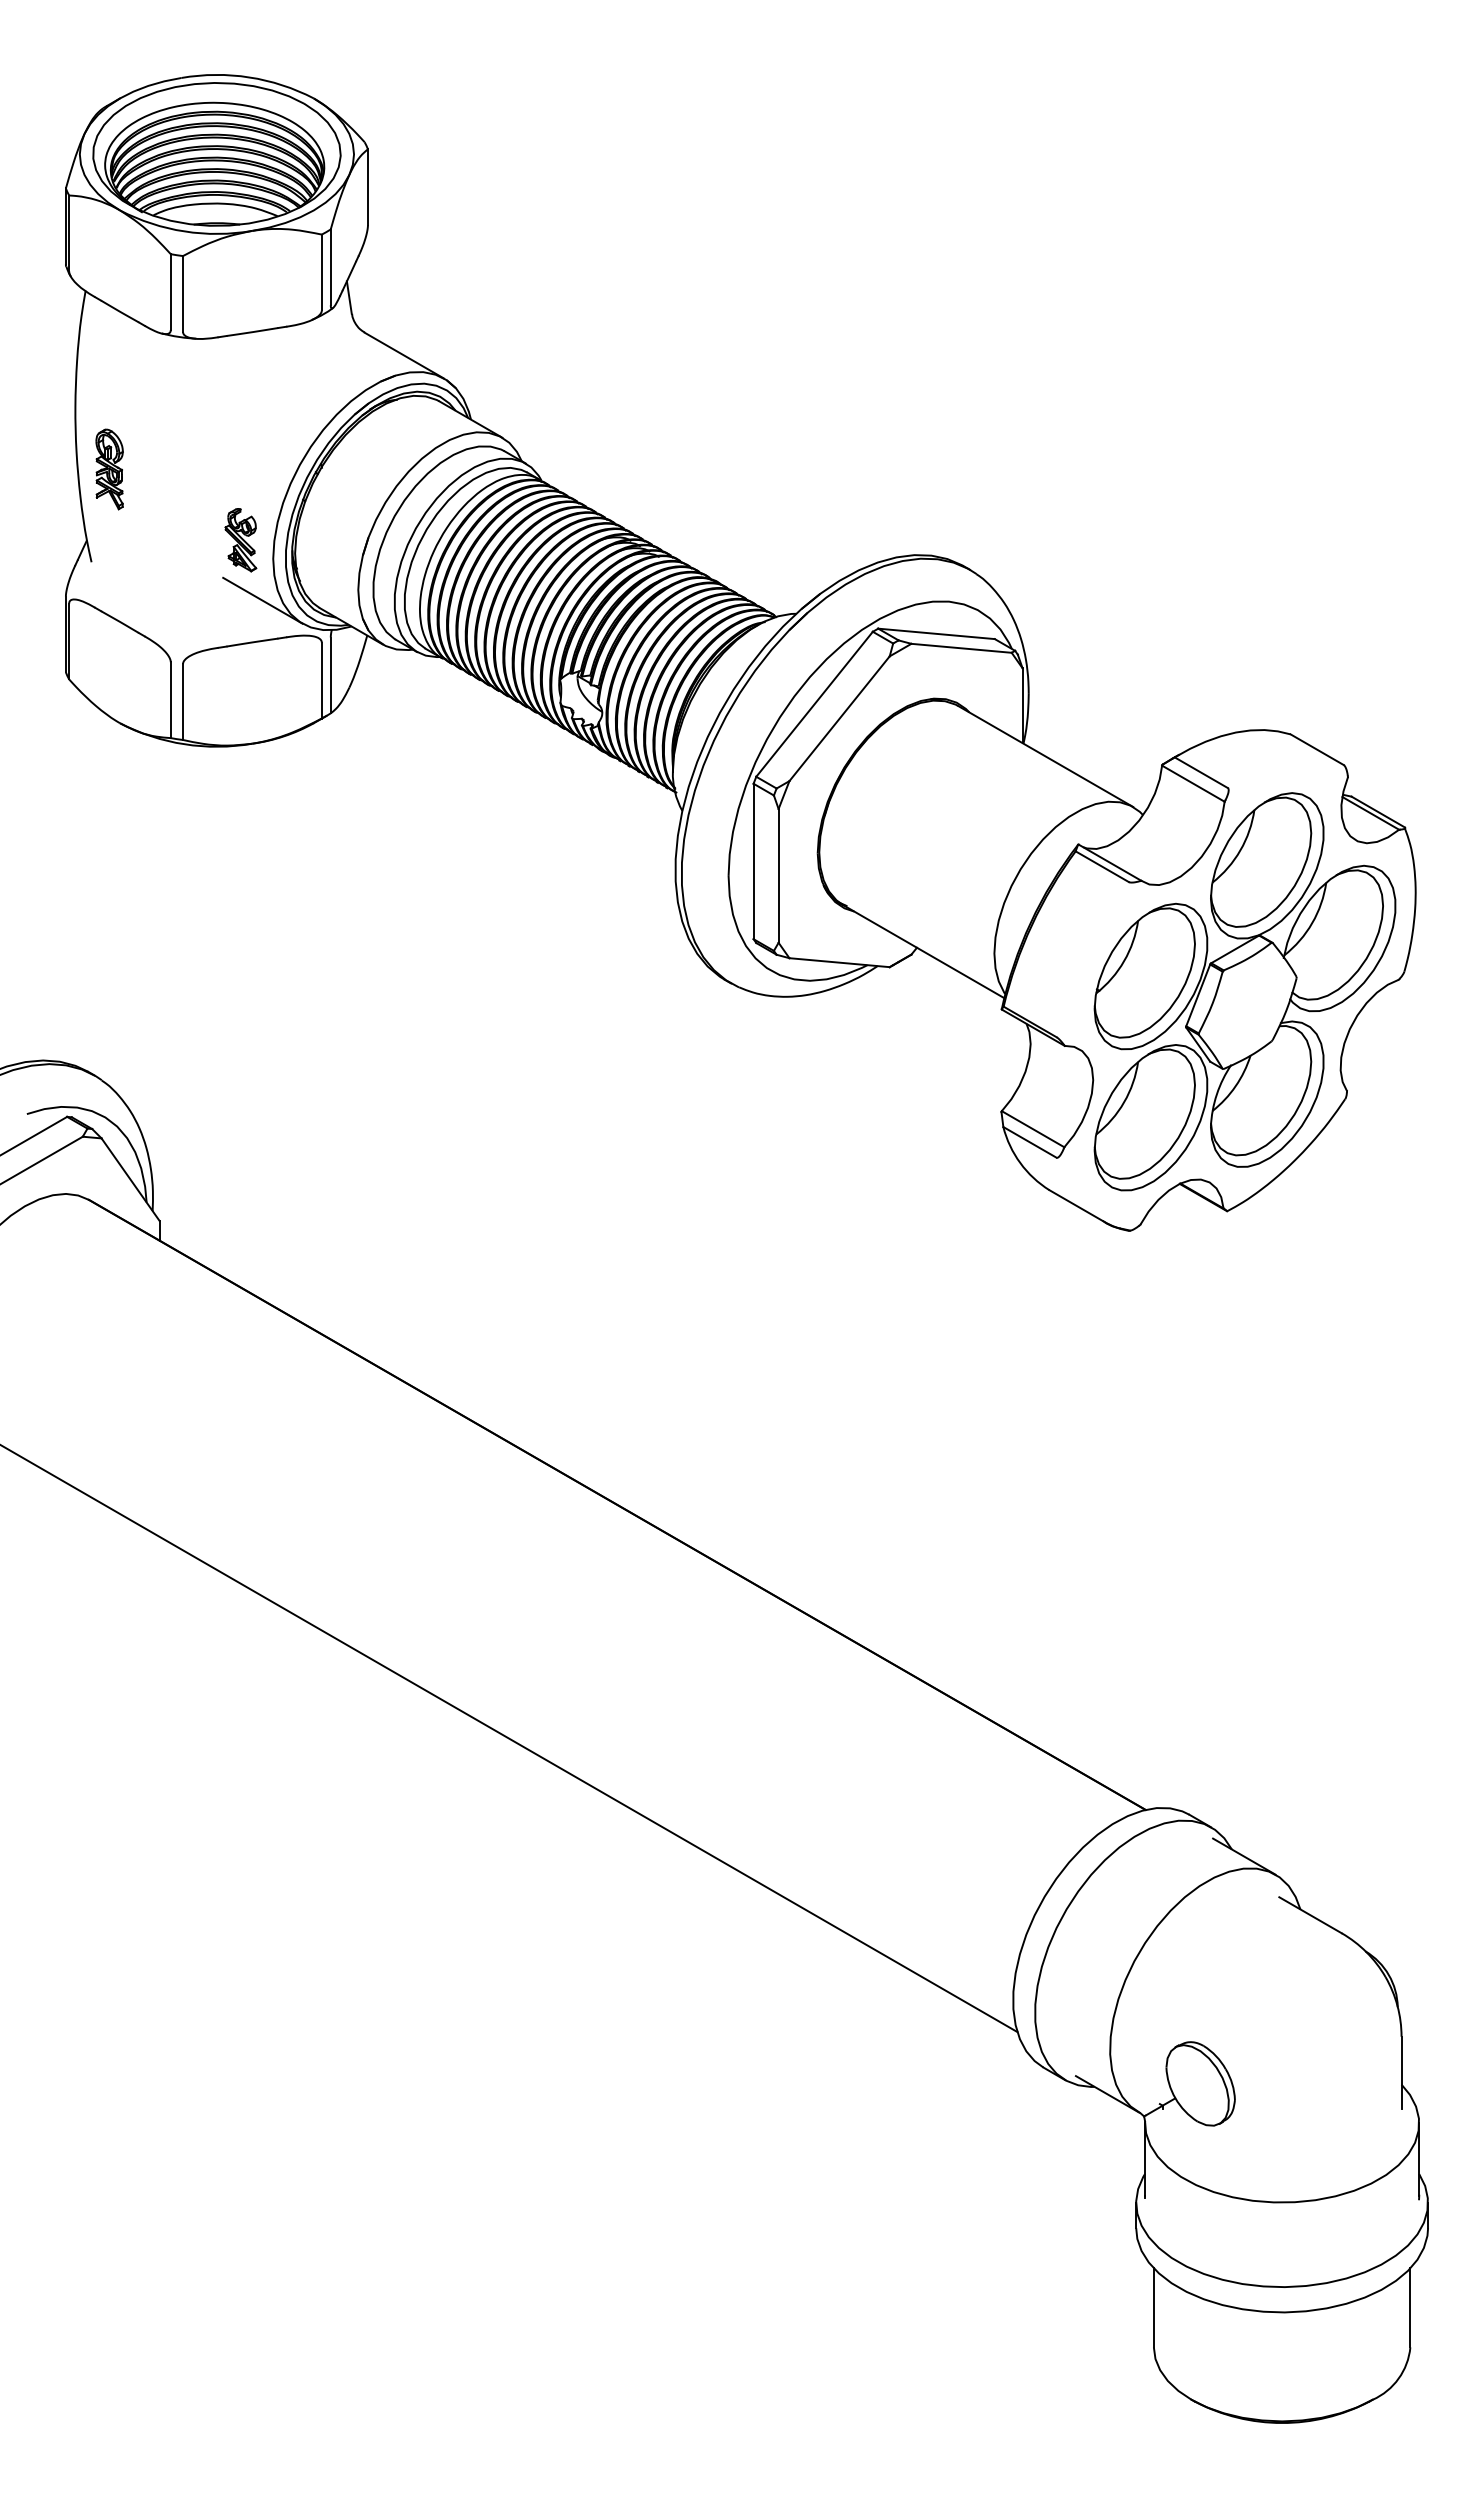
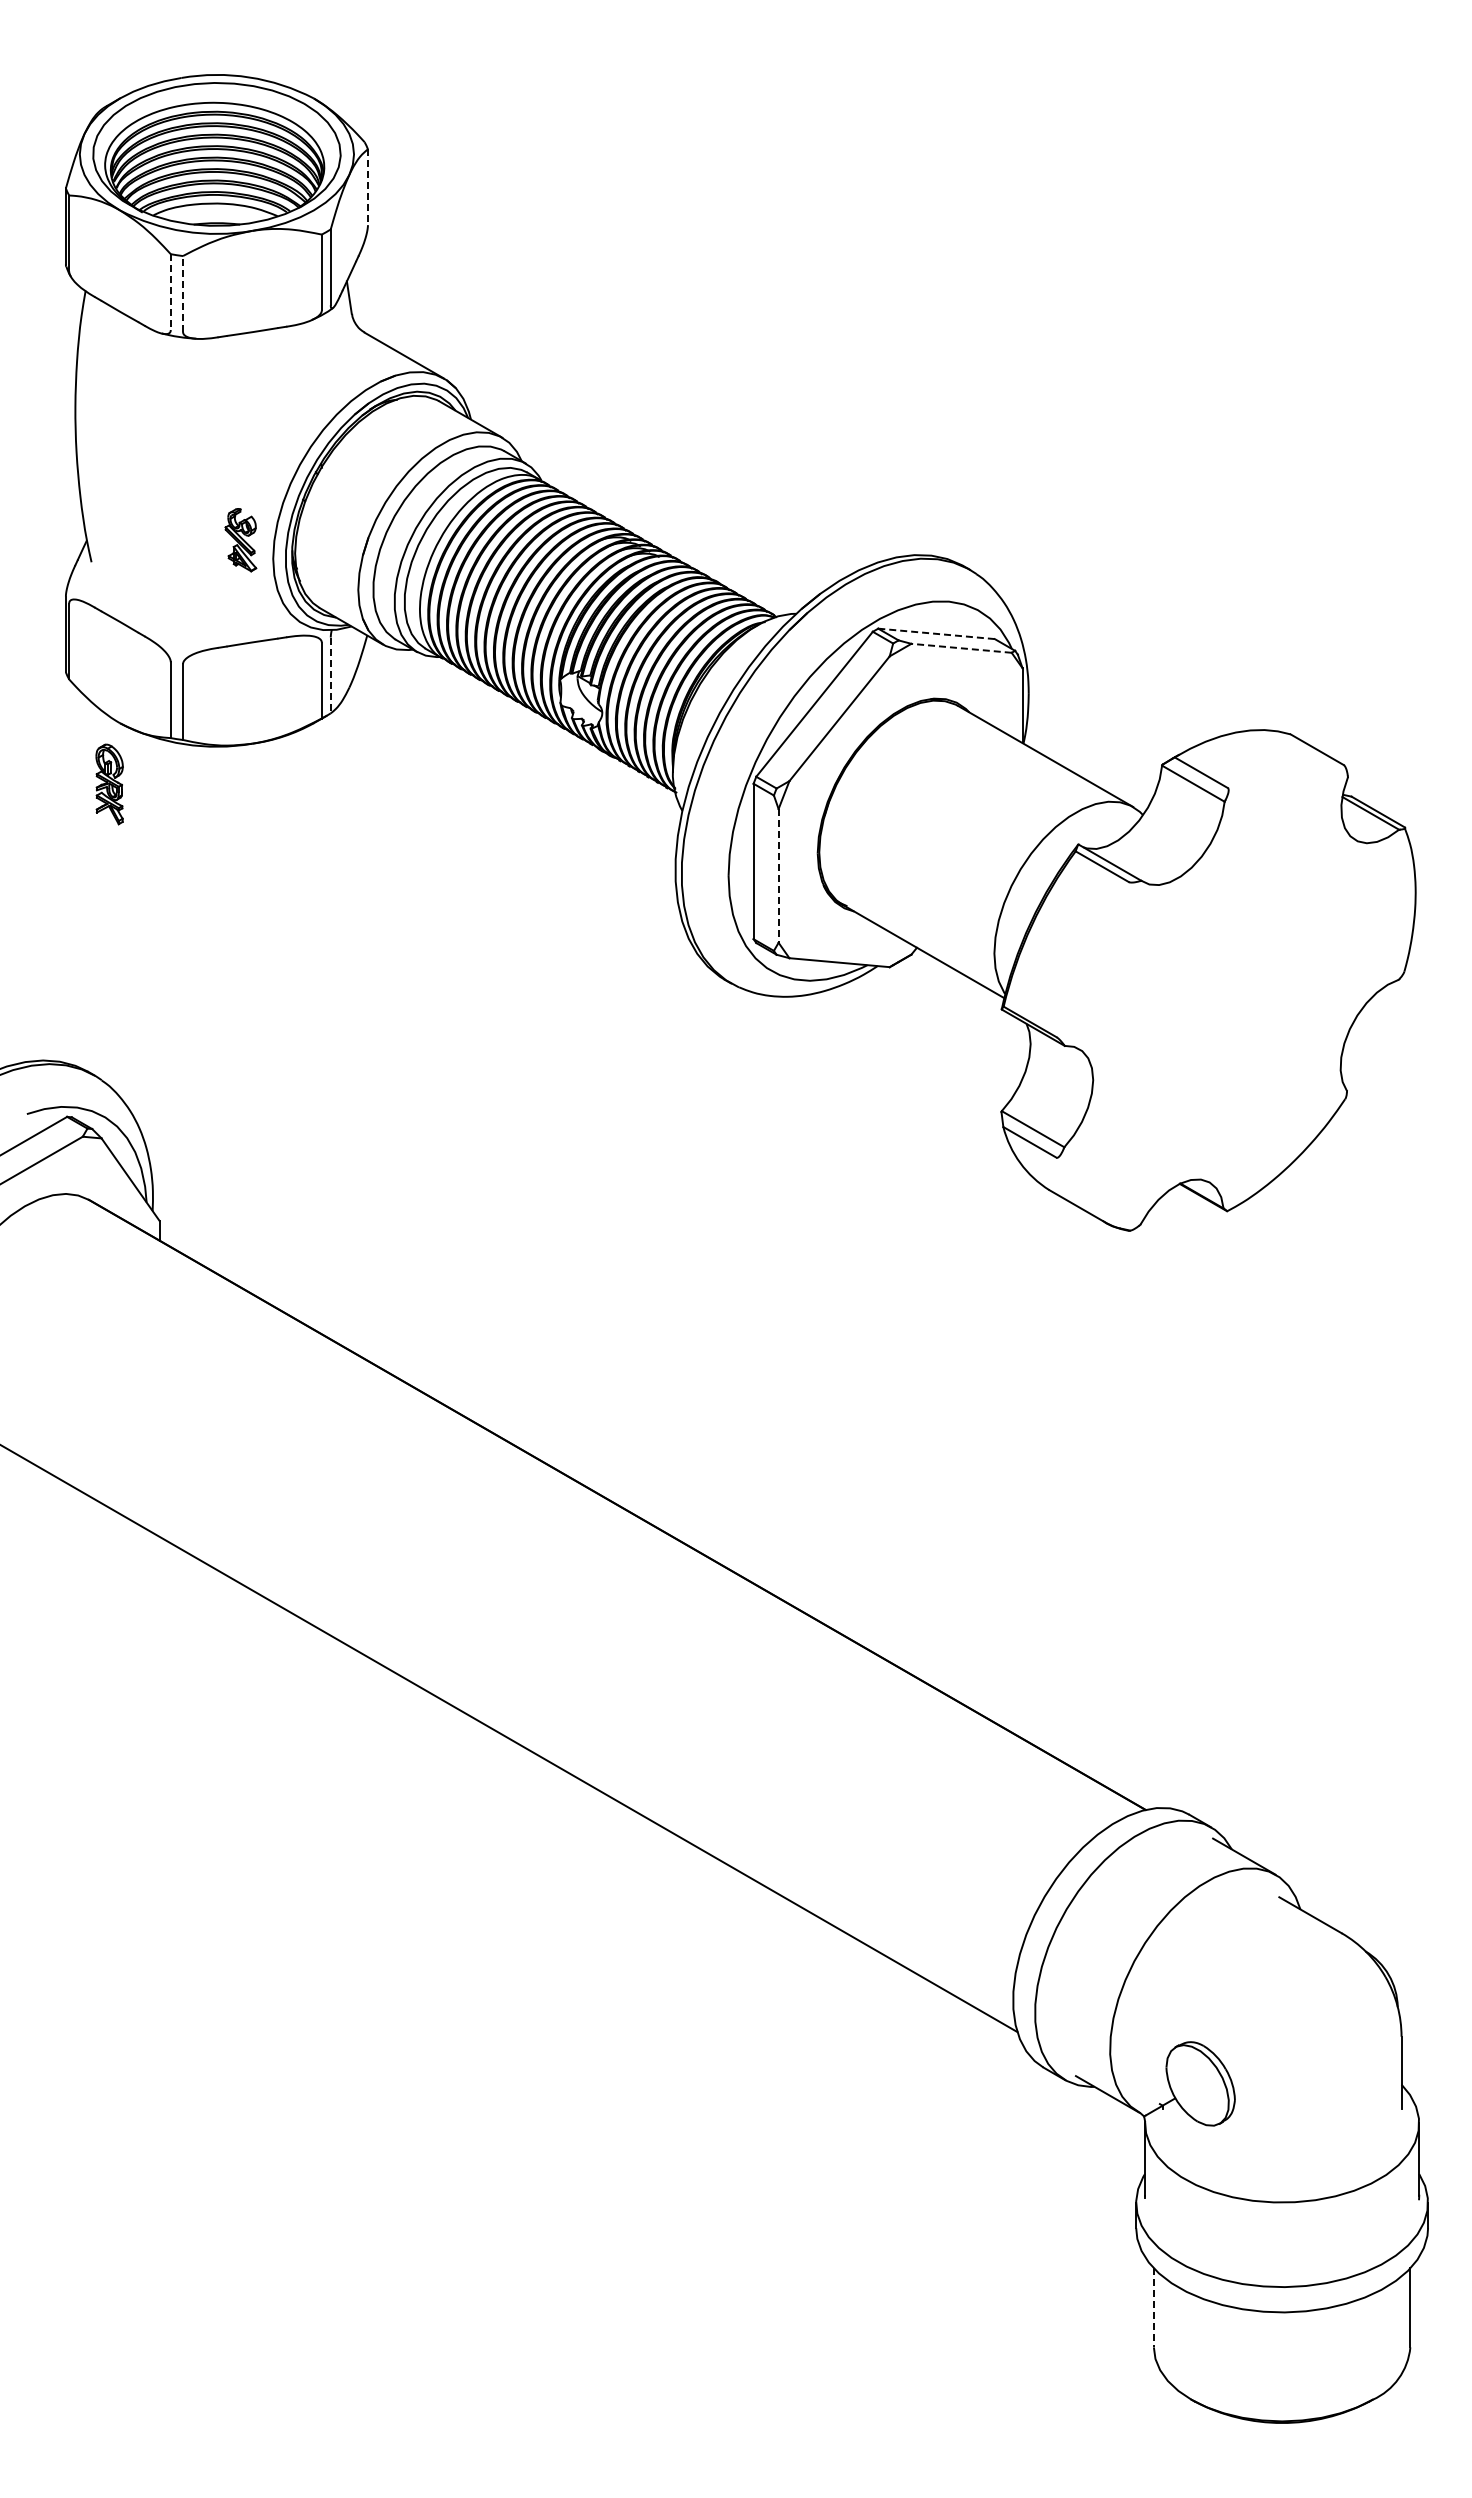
line at (367, 187): solid -> dashed
line at (170, 292): solid -> dashed
line at (183, 293): solid -> dashed
part at (109, 469) position: (109, 469) -> (109, 784)
line at (262, 600): present -> none
line at (936, 633): solid -> dashed
line at (961, 648): solid -> dashed
line at (330, 675): solid -> dashed
line at (778, 875): solid -> dashed
part at (1244, 991): present -> none
line at (1153, 2308): solid -> dashed
